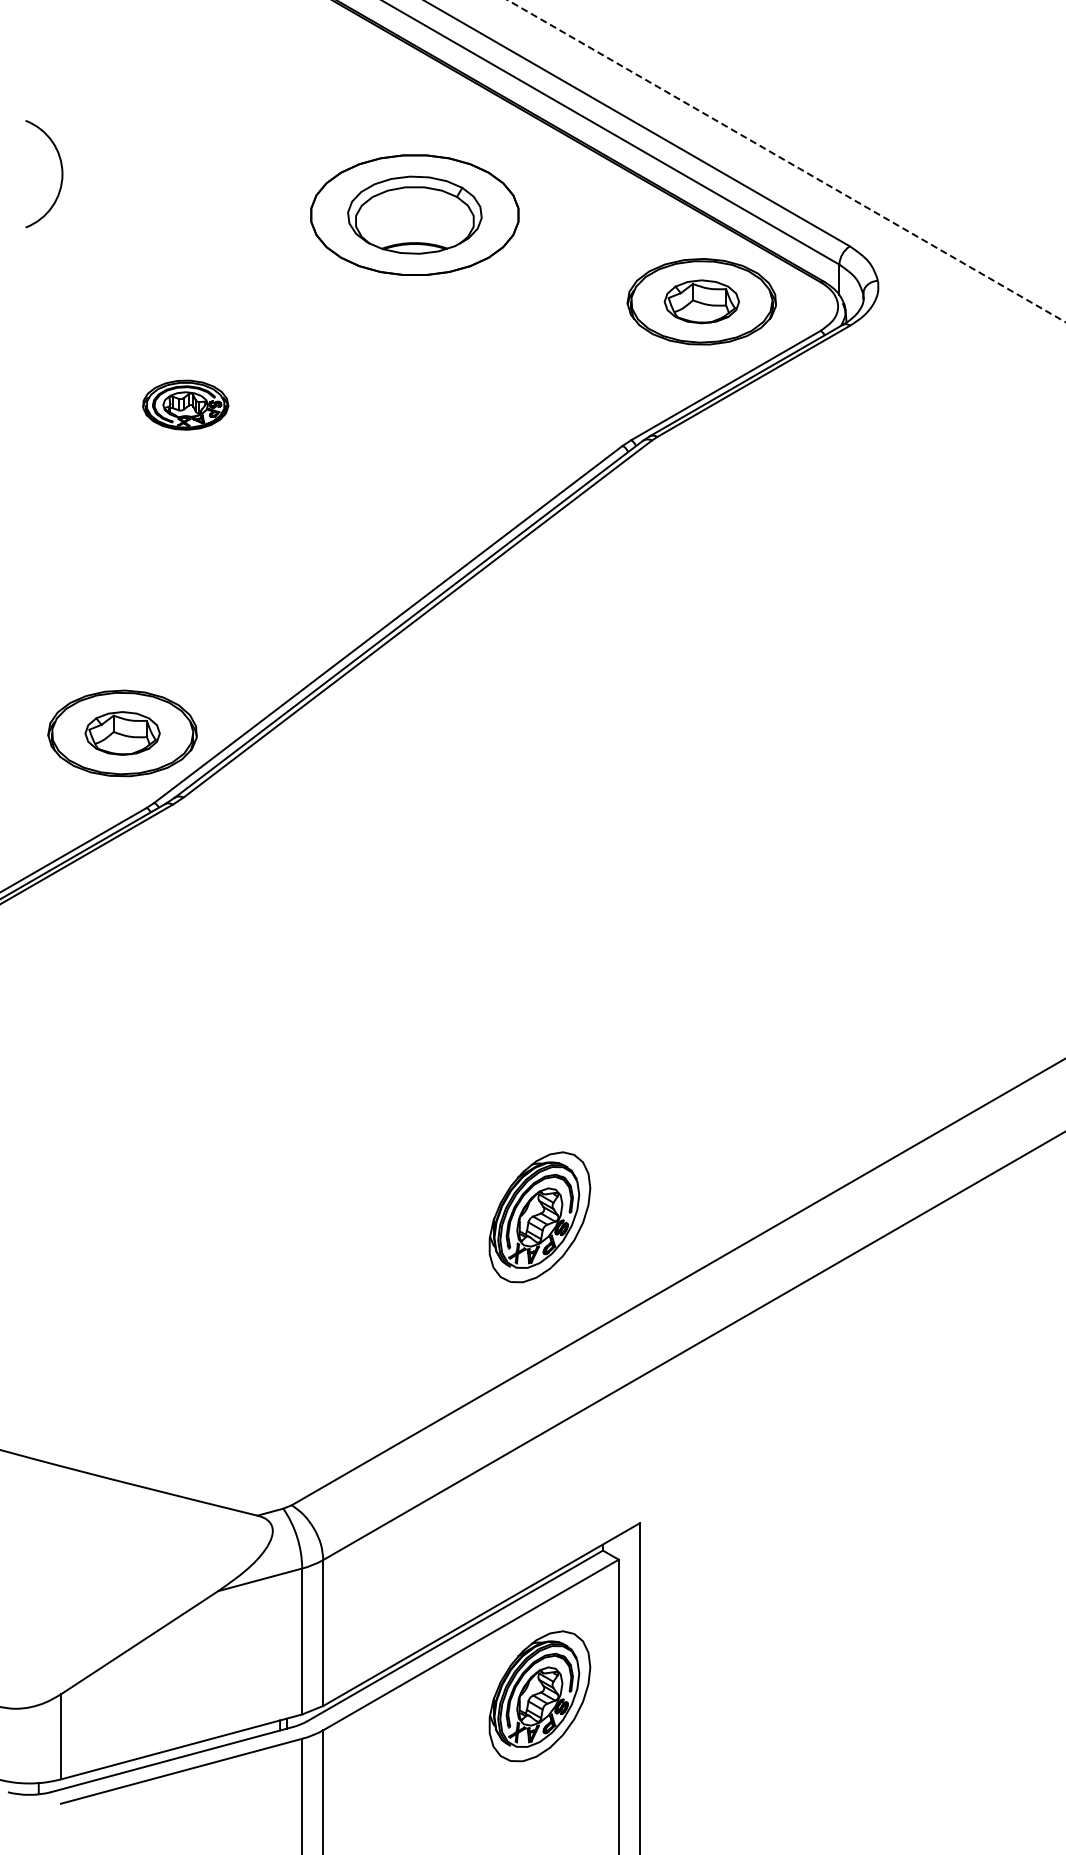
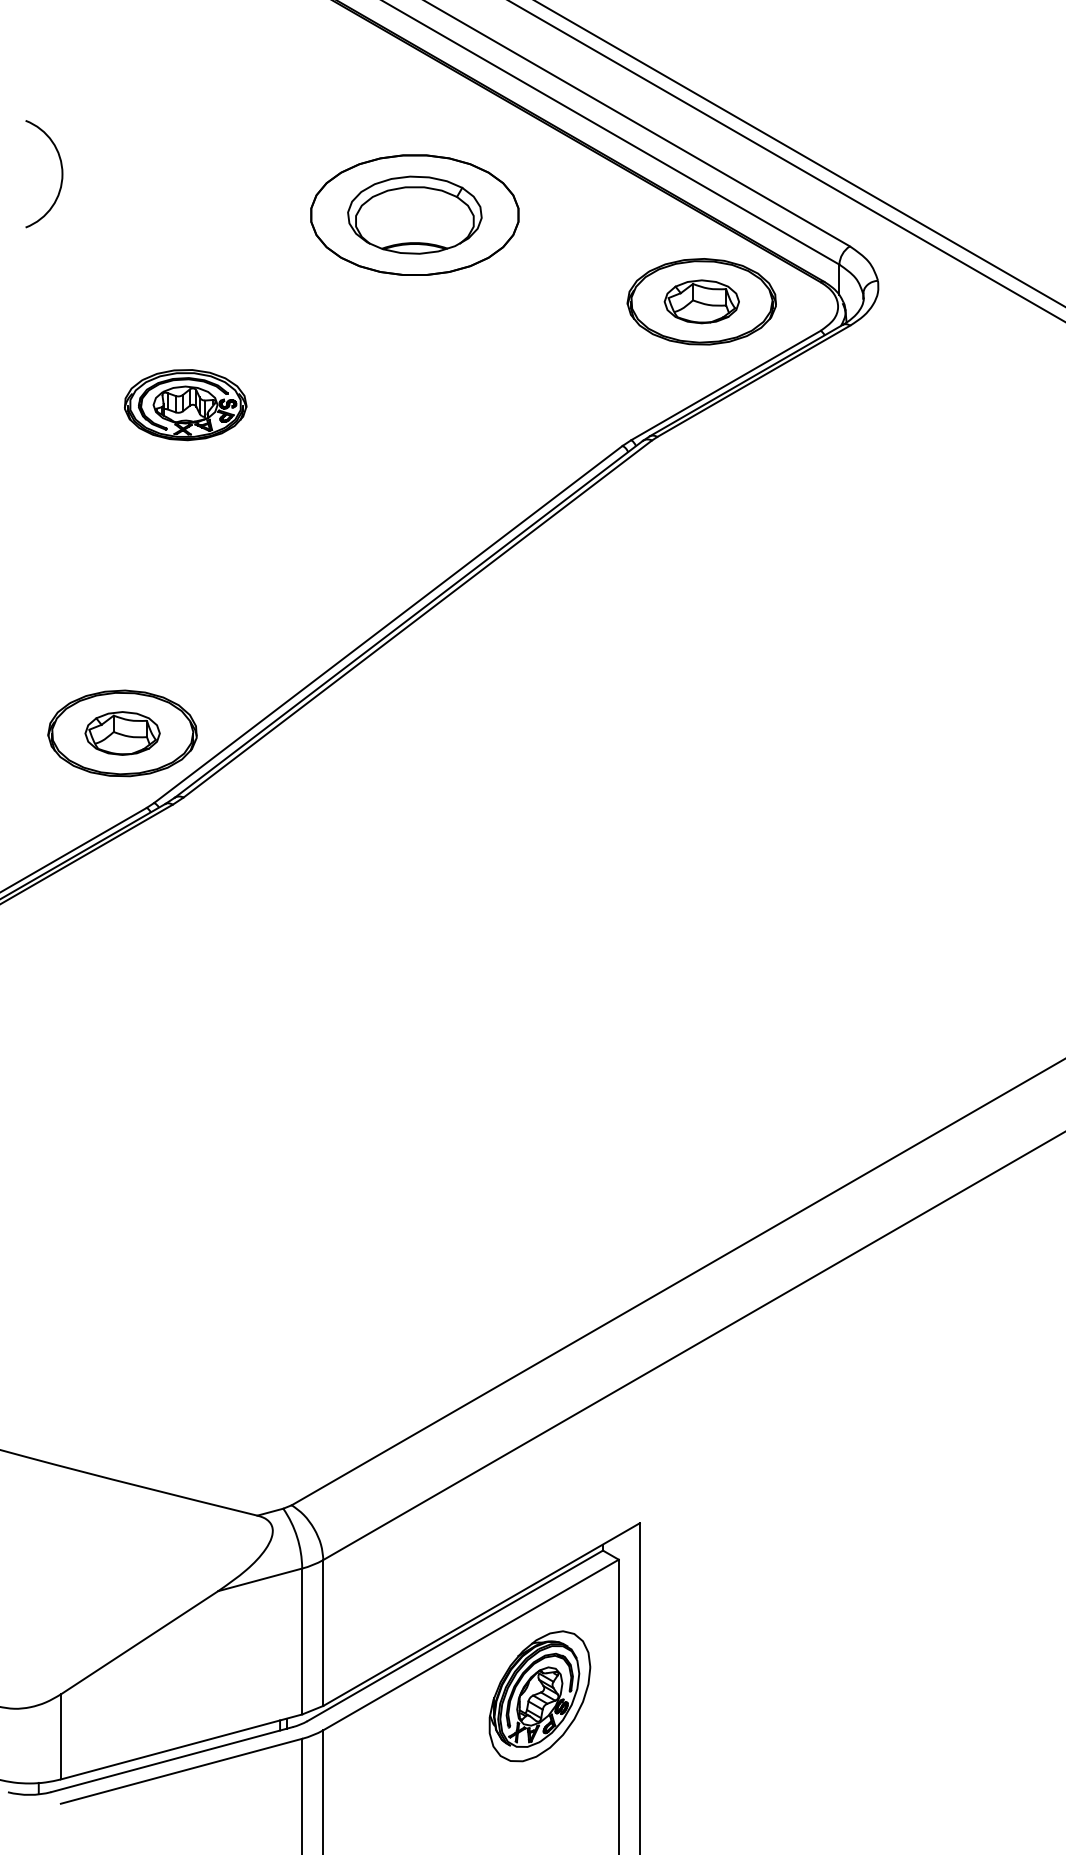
line at (799, 153): none -> present
line at (787, 161): dashed -> solid
part at (185, 404) size: 88x52 px -> 124x73 px
part at (539, 1217): present -> none
